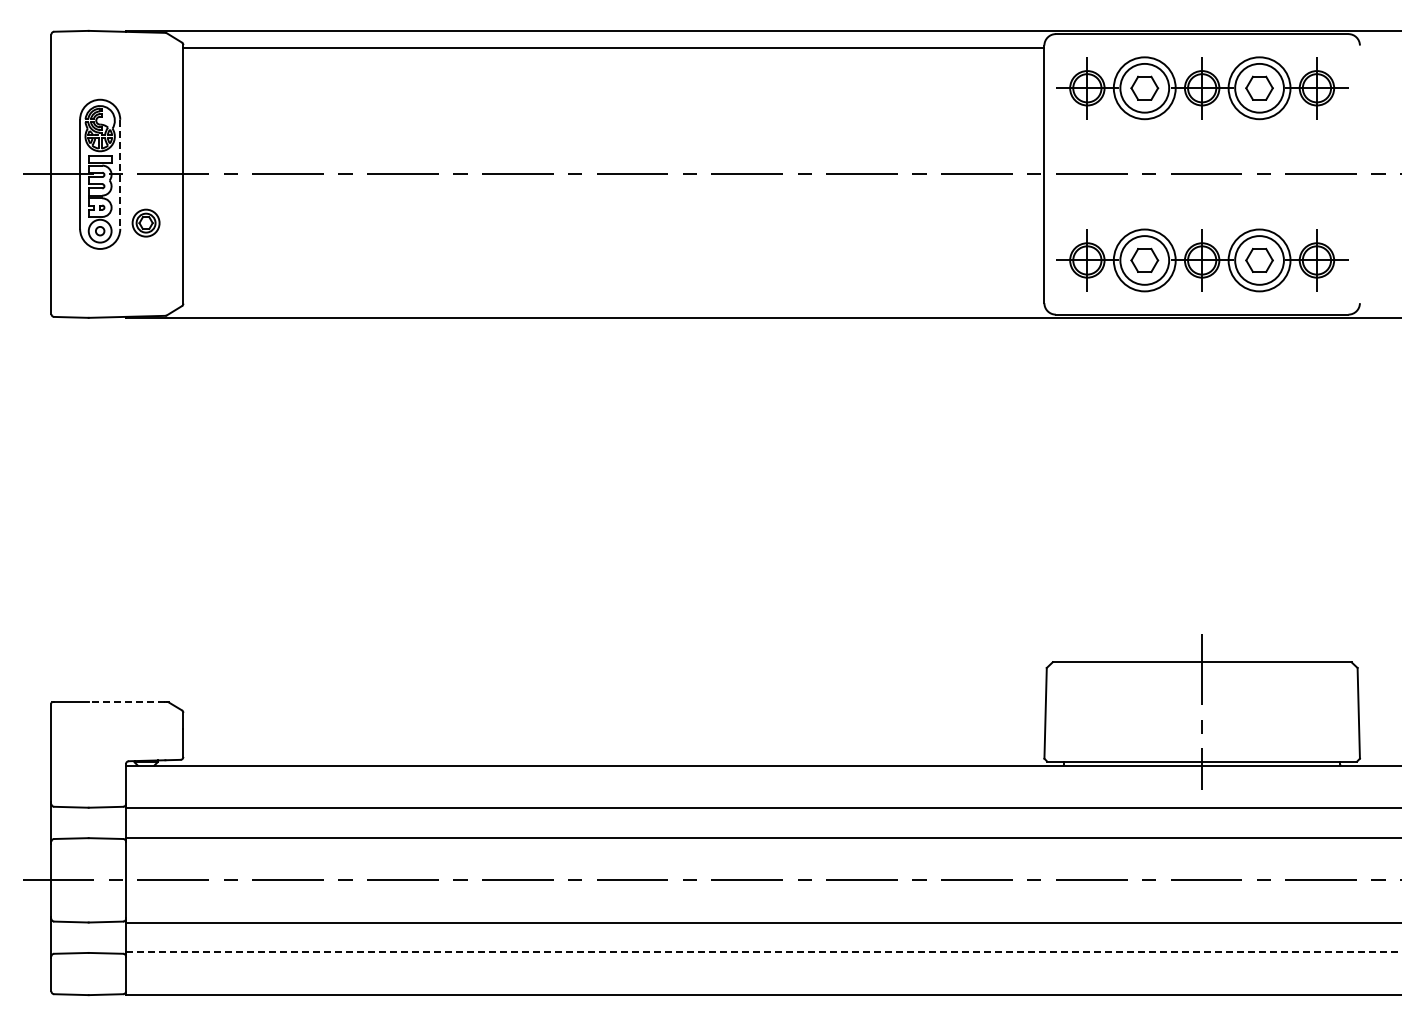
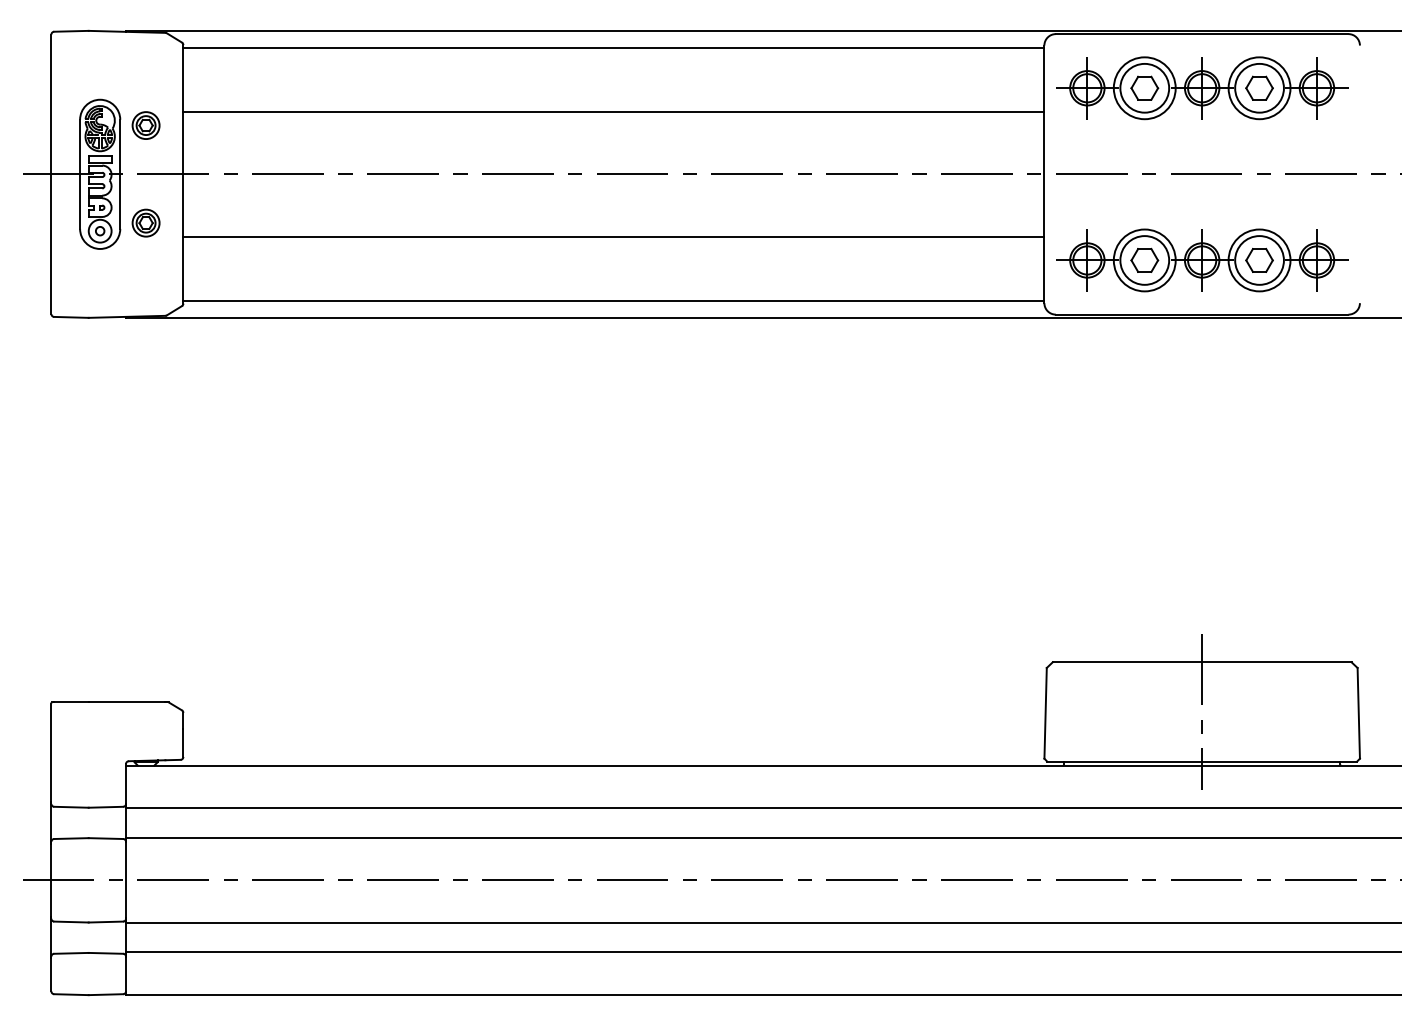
line at (613, 111): none -> present
part at (145, 125): none -> present
line at (120, 174): dashed -> solid
line at (613, 236): none -> present
line at (613, 300): none -> present
line at (126, 702): dashed -> solid
line at (763, 952): dashed -> solid
